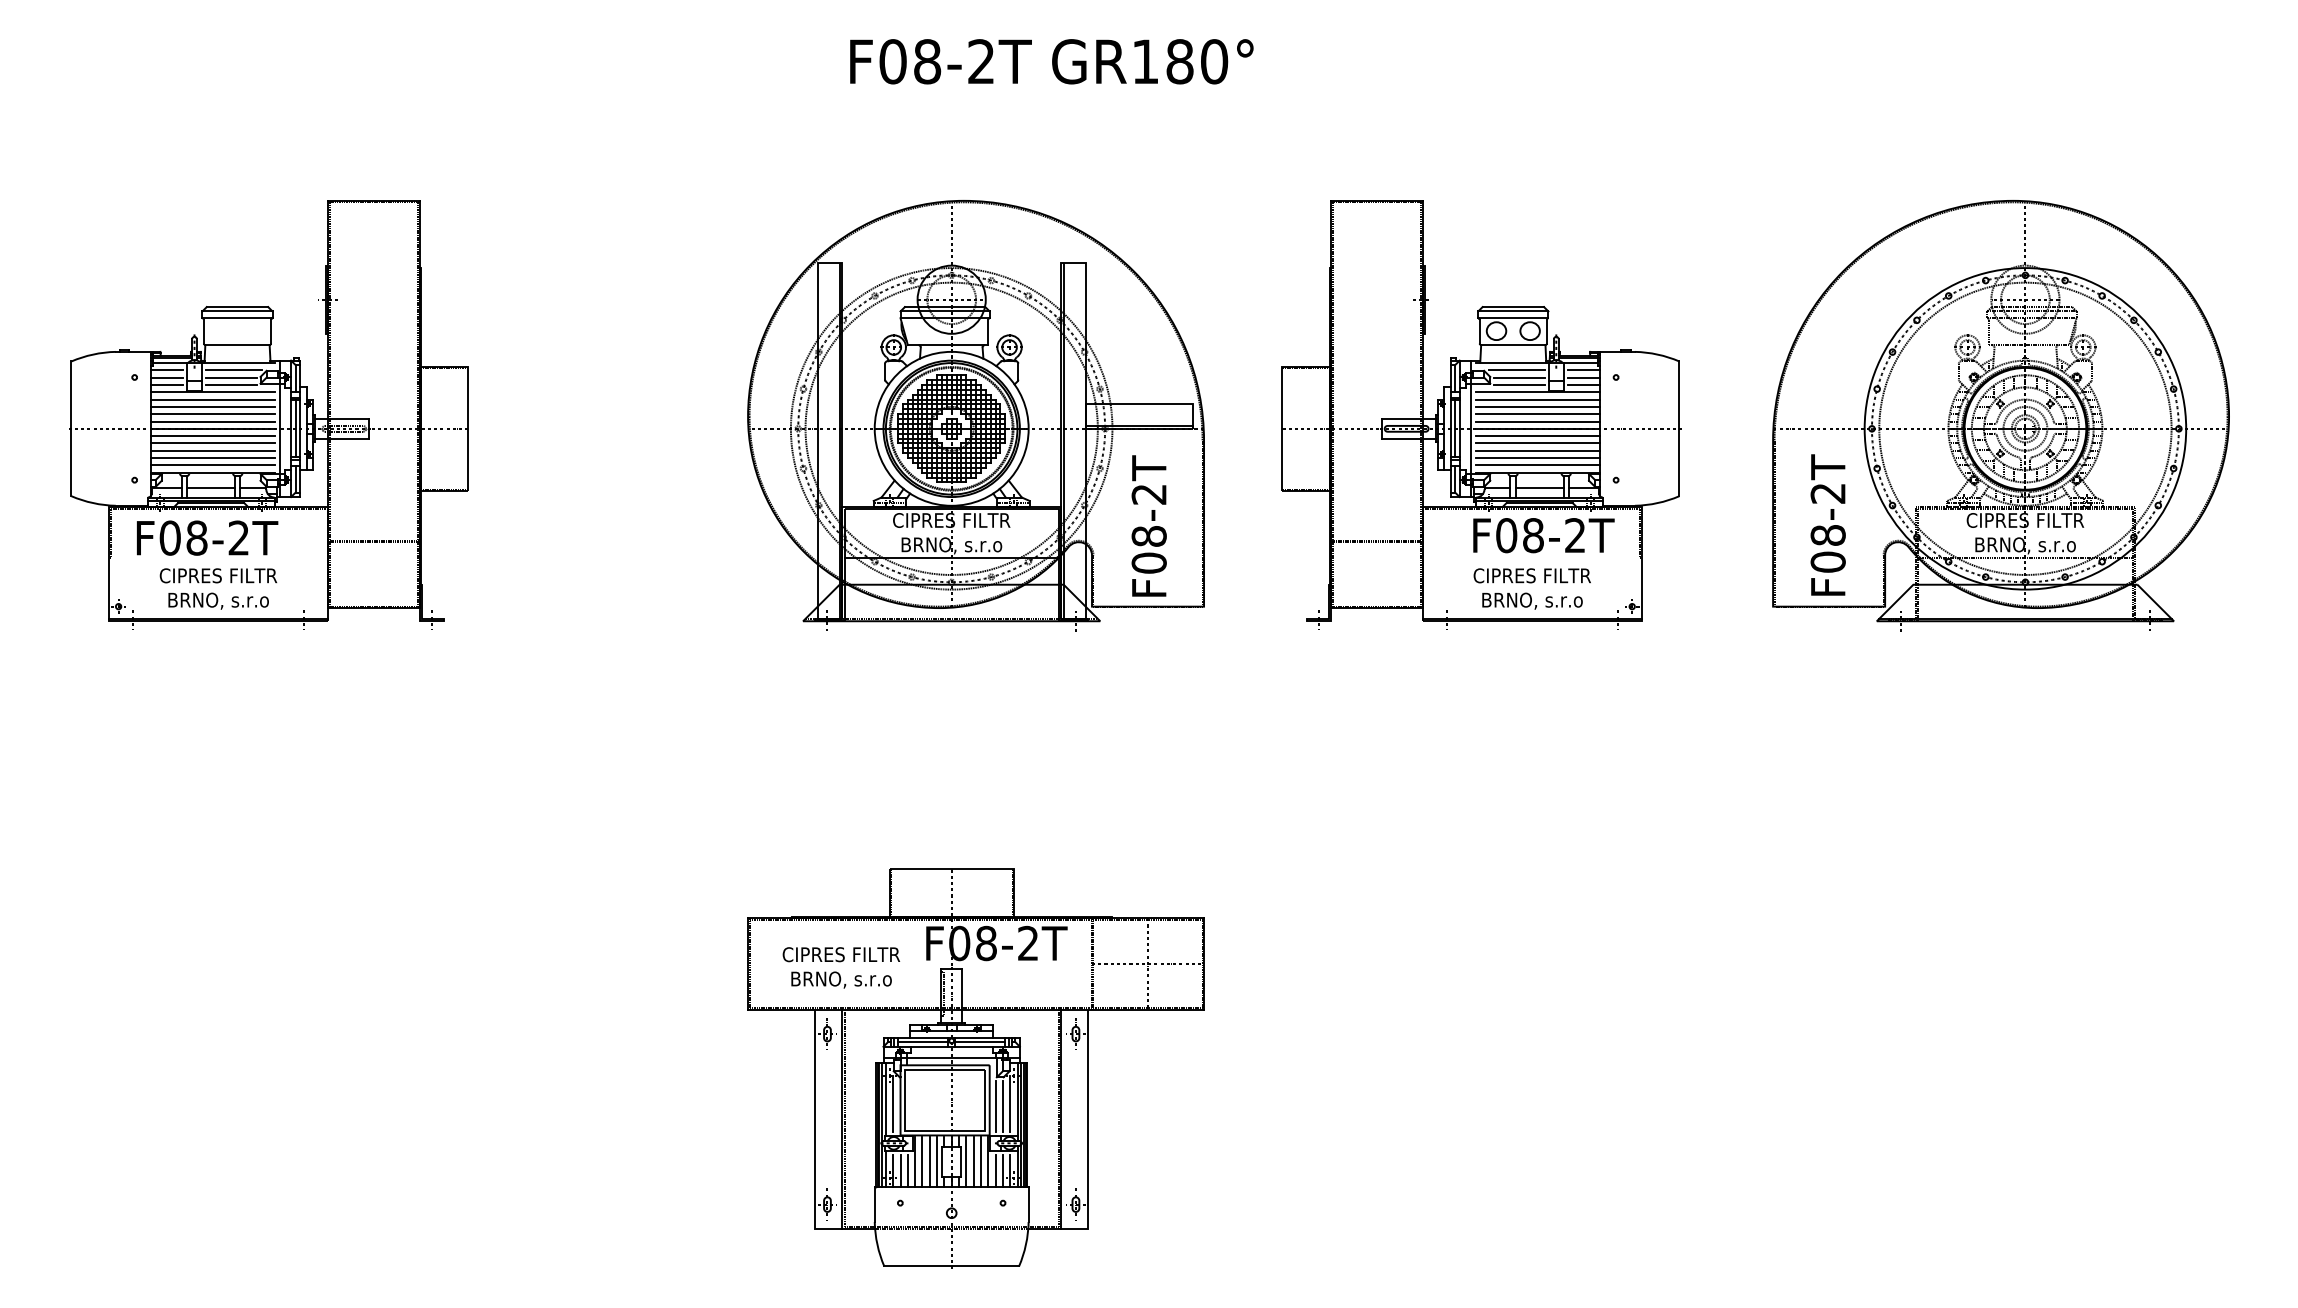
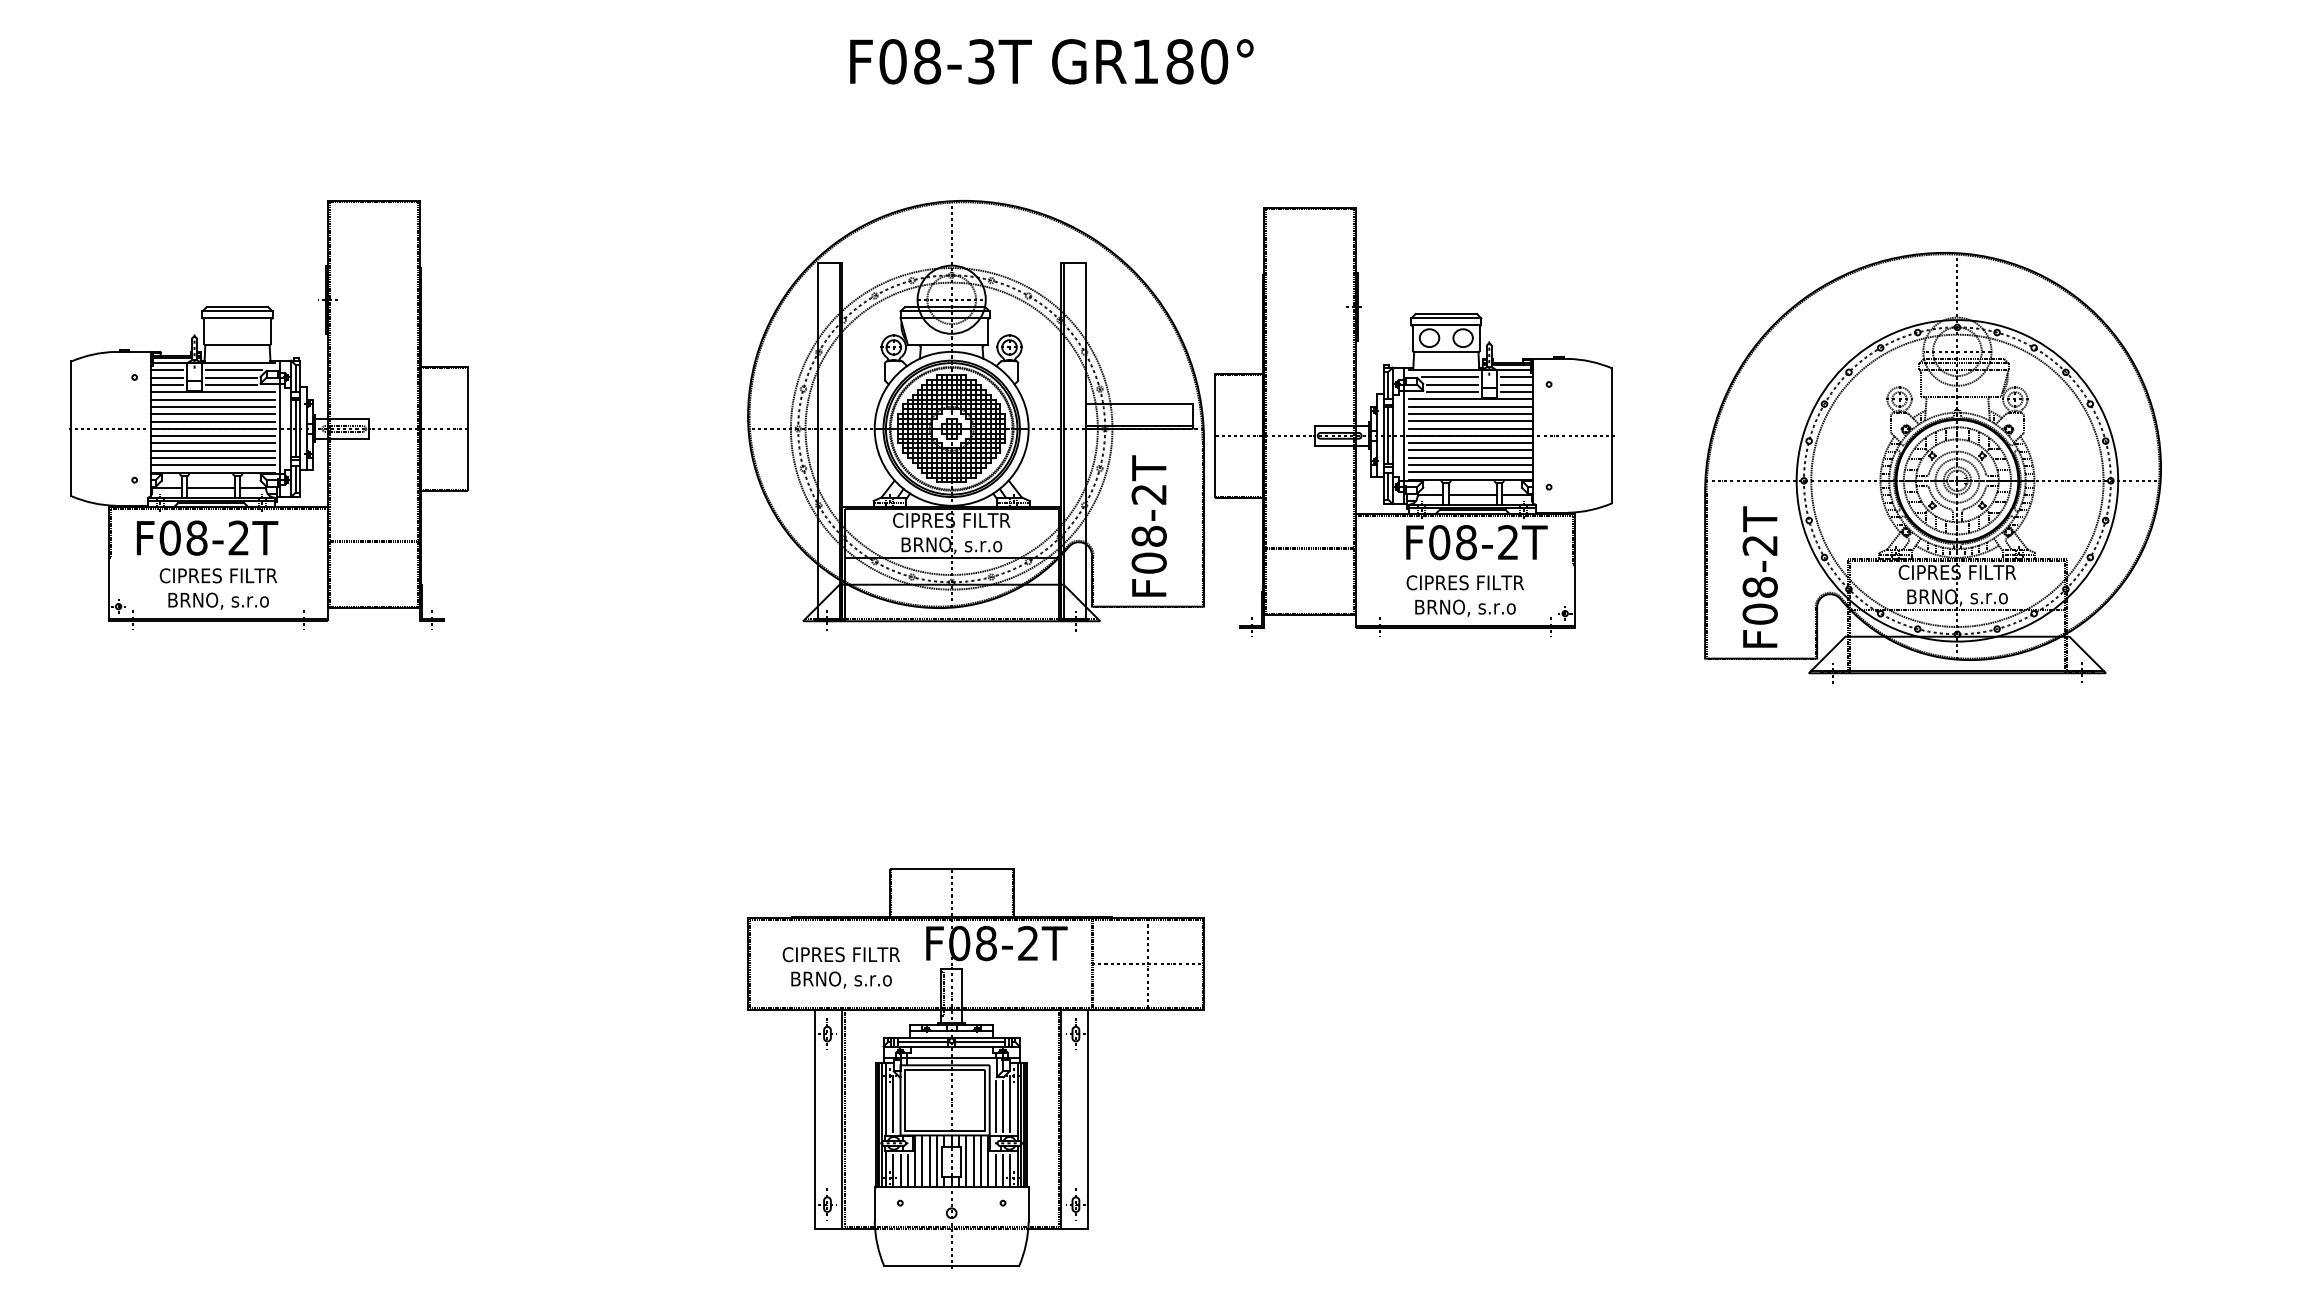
text at (981, 61): F08-2T -> F08-3T
part at (1481, 414) position: (1481, 414) -> (1414, 421)
part at (2000, 415) position: (2000, 415) -> (1932, 467)
